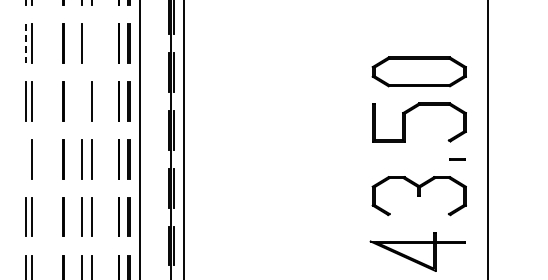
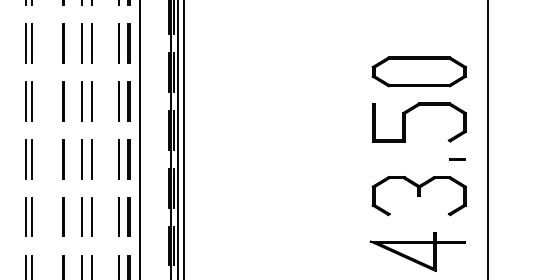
line at (25, 43): dashed -> solid
line at (91, 43): none -> present
line at (81, 100): none -> present
line at (178, 139): none -> present
line at (25, 158): none -> present
